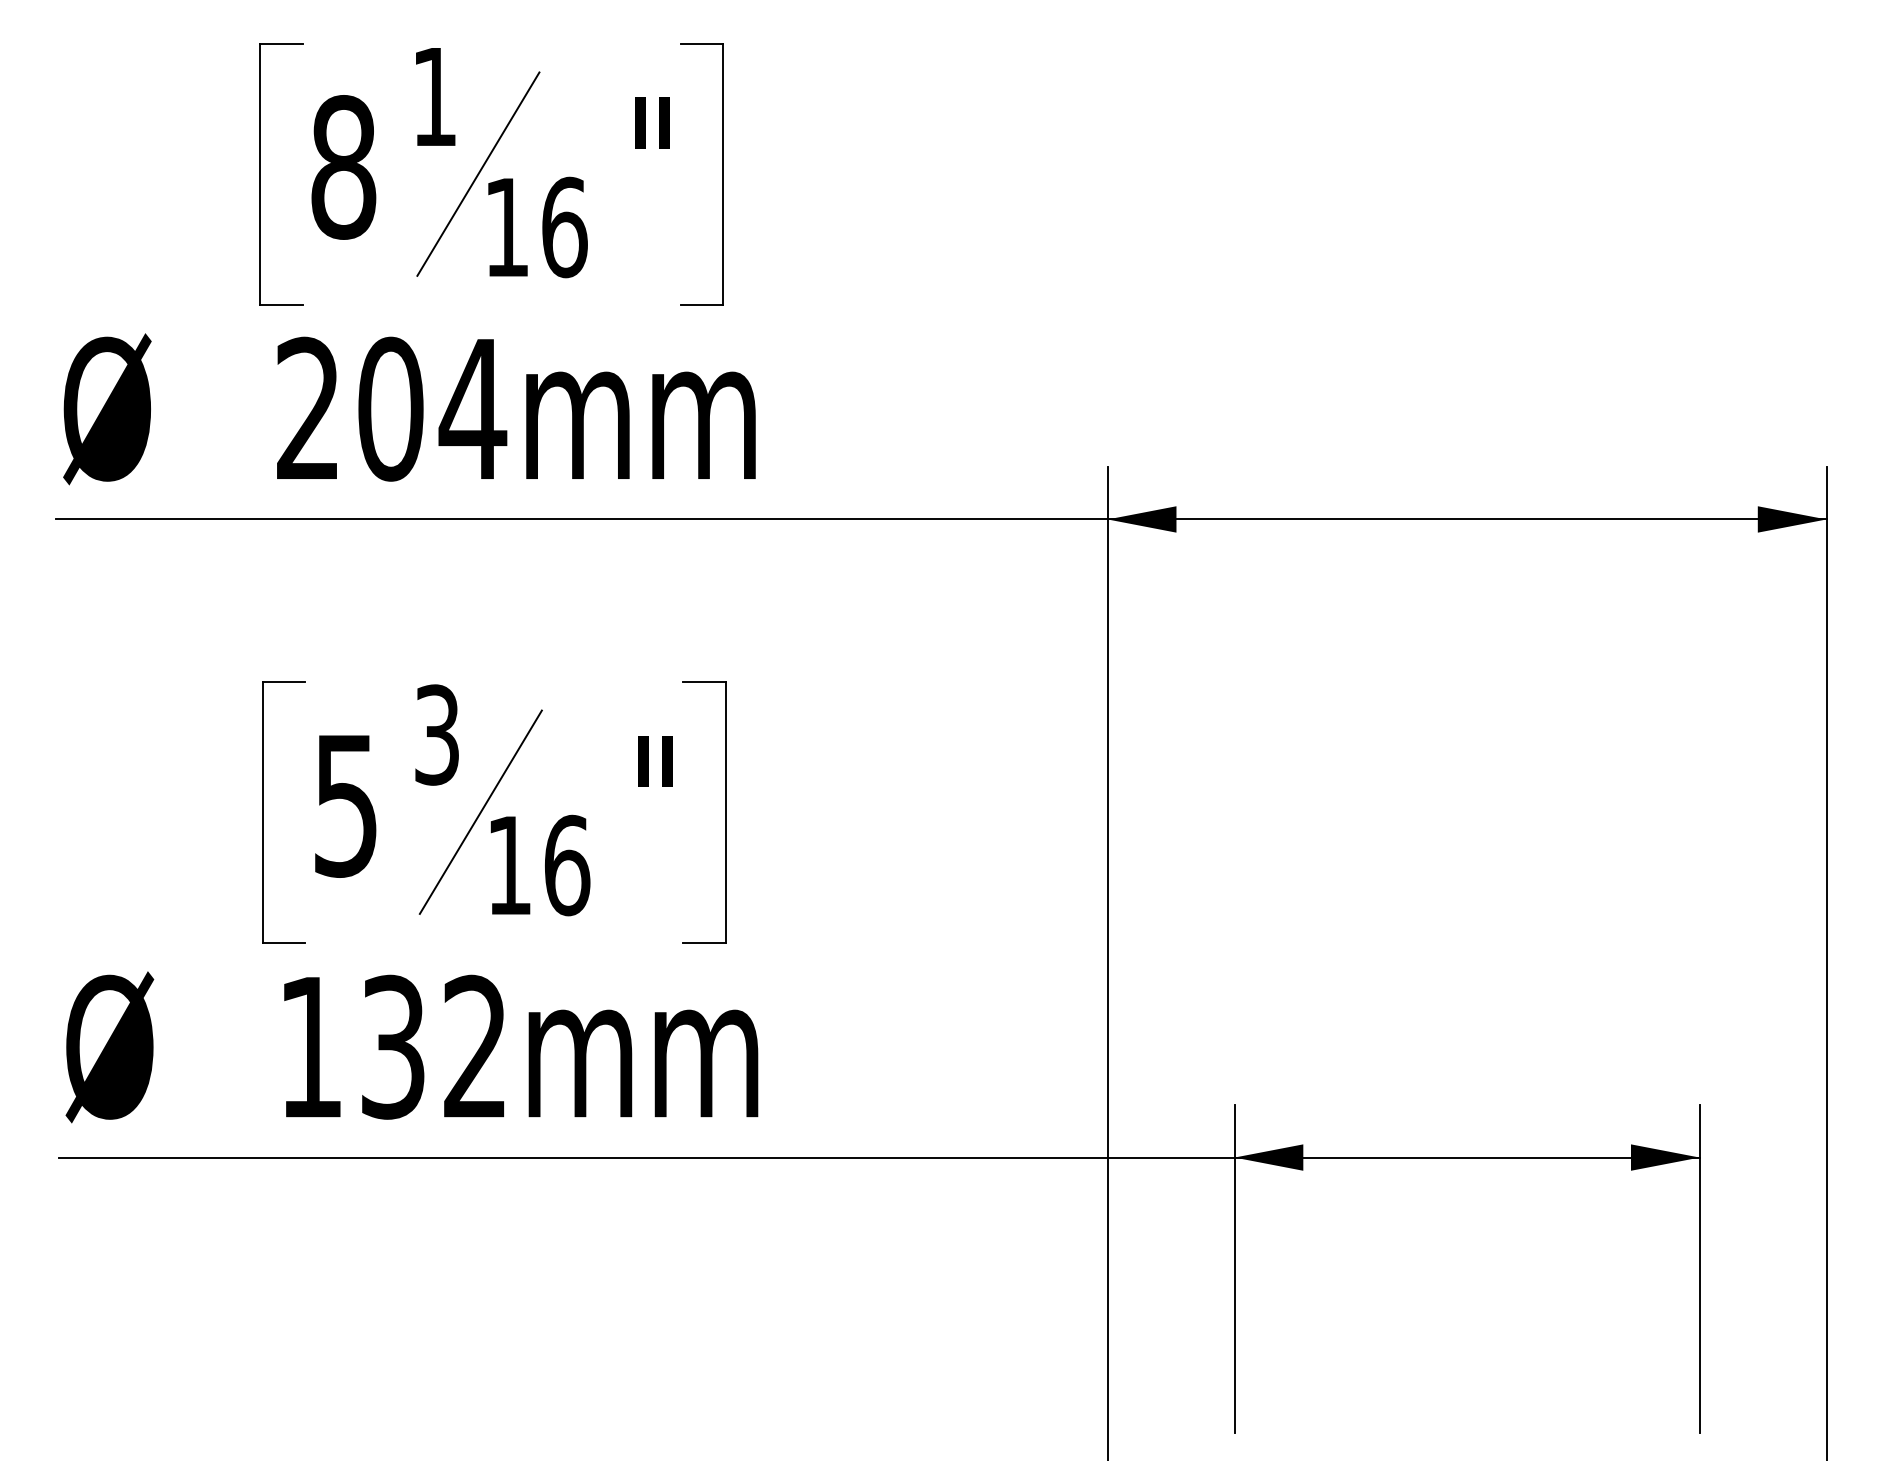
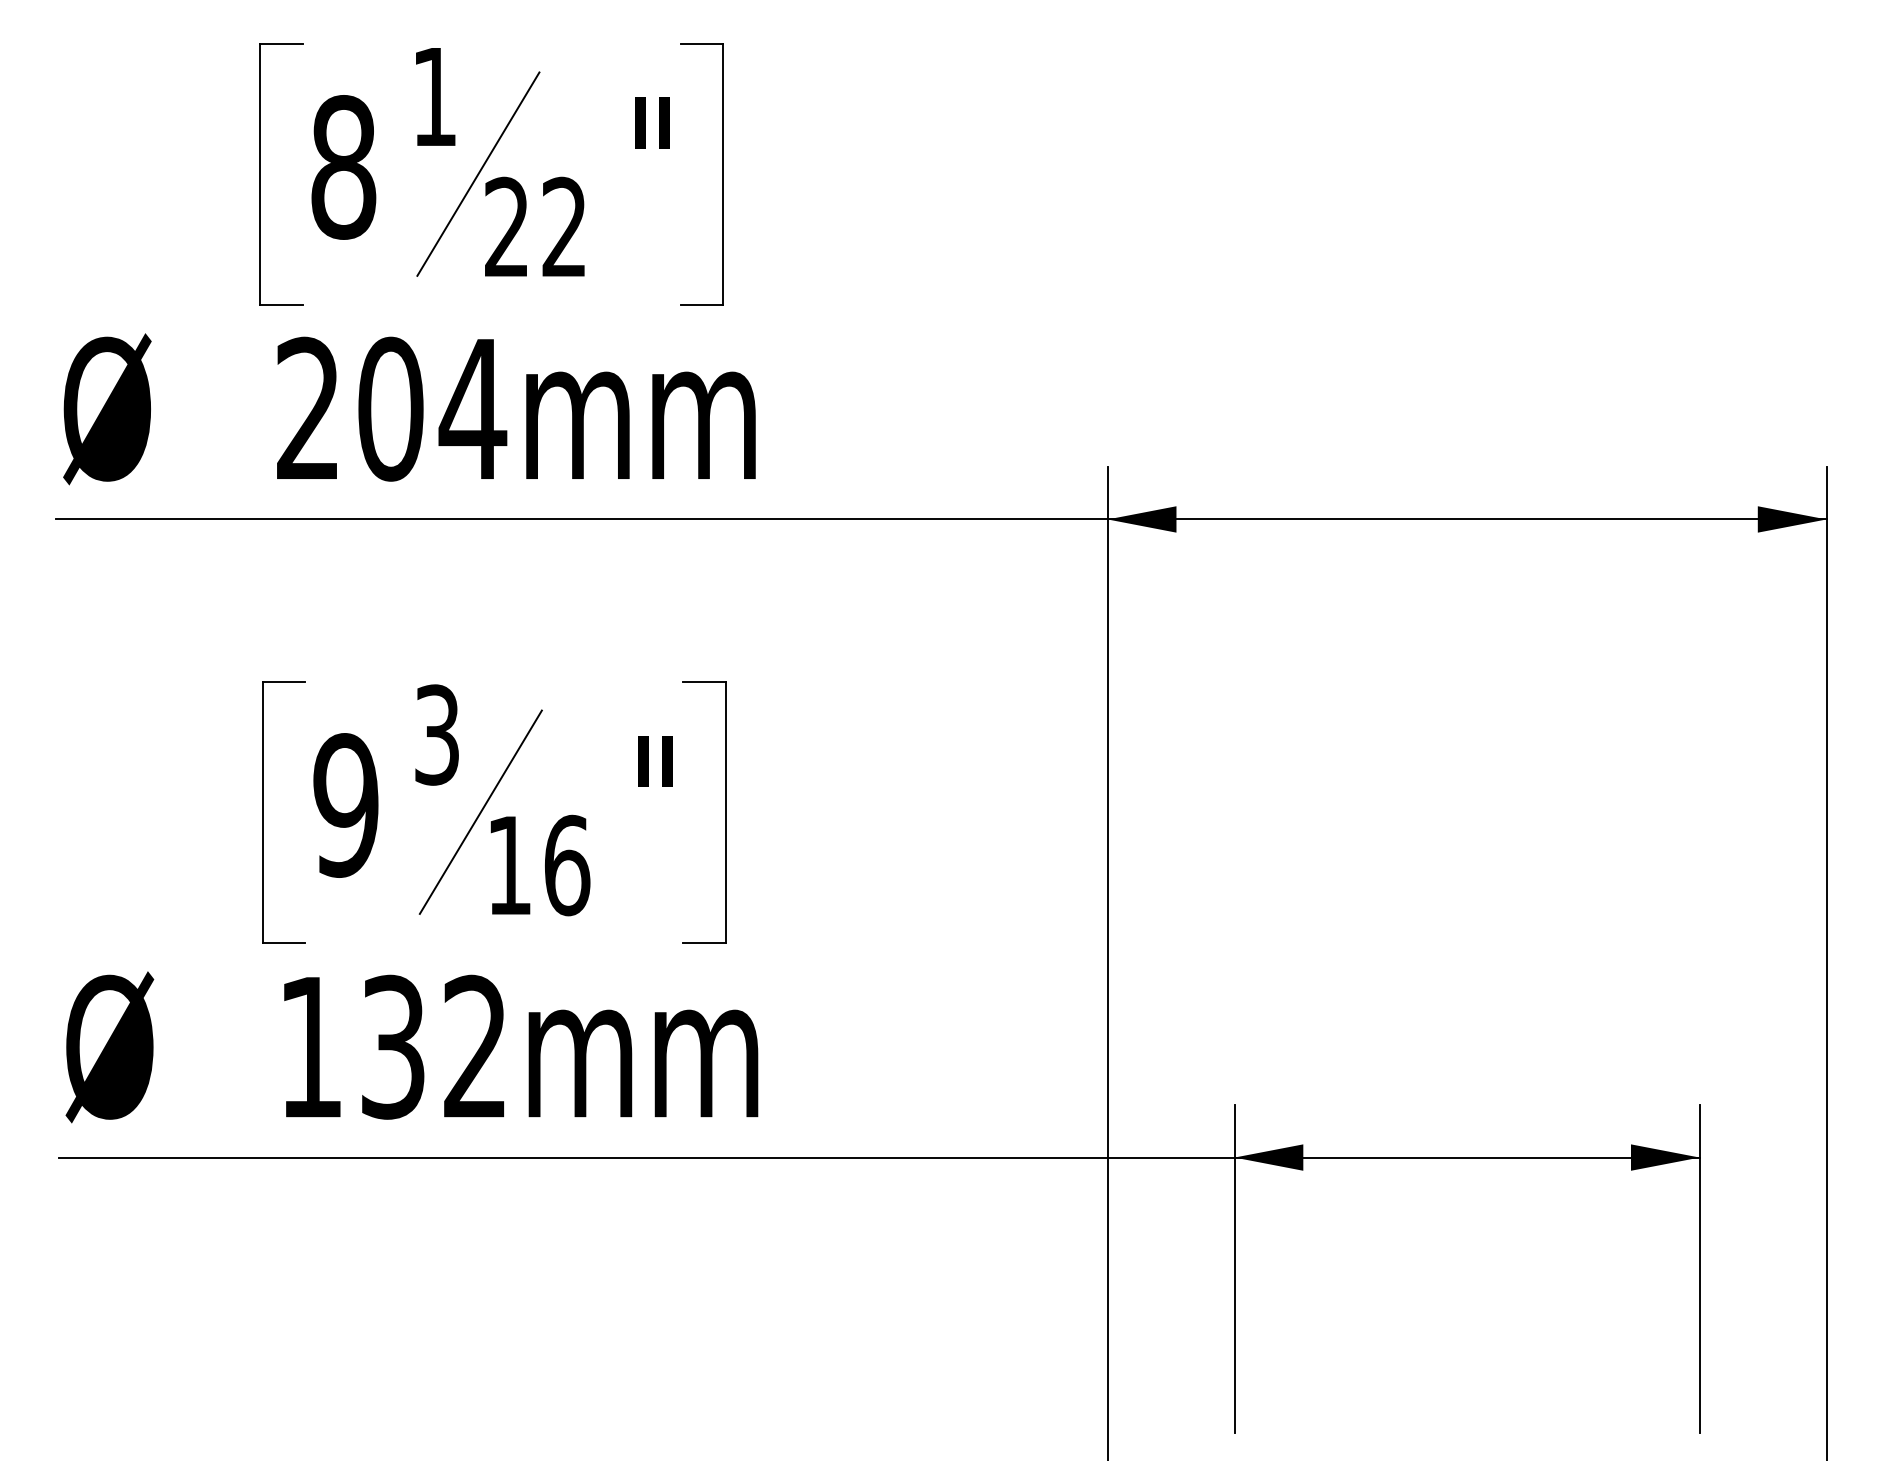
text at (536, 227): 16 -> 22
text at (345, 805): 5 -> 9
